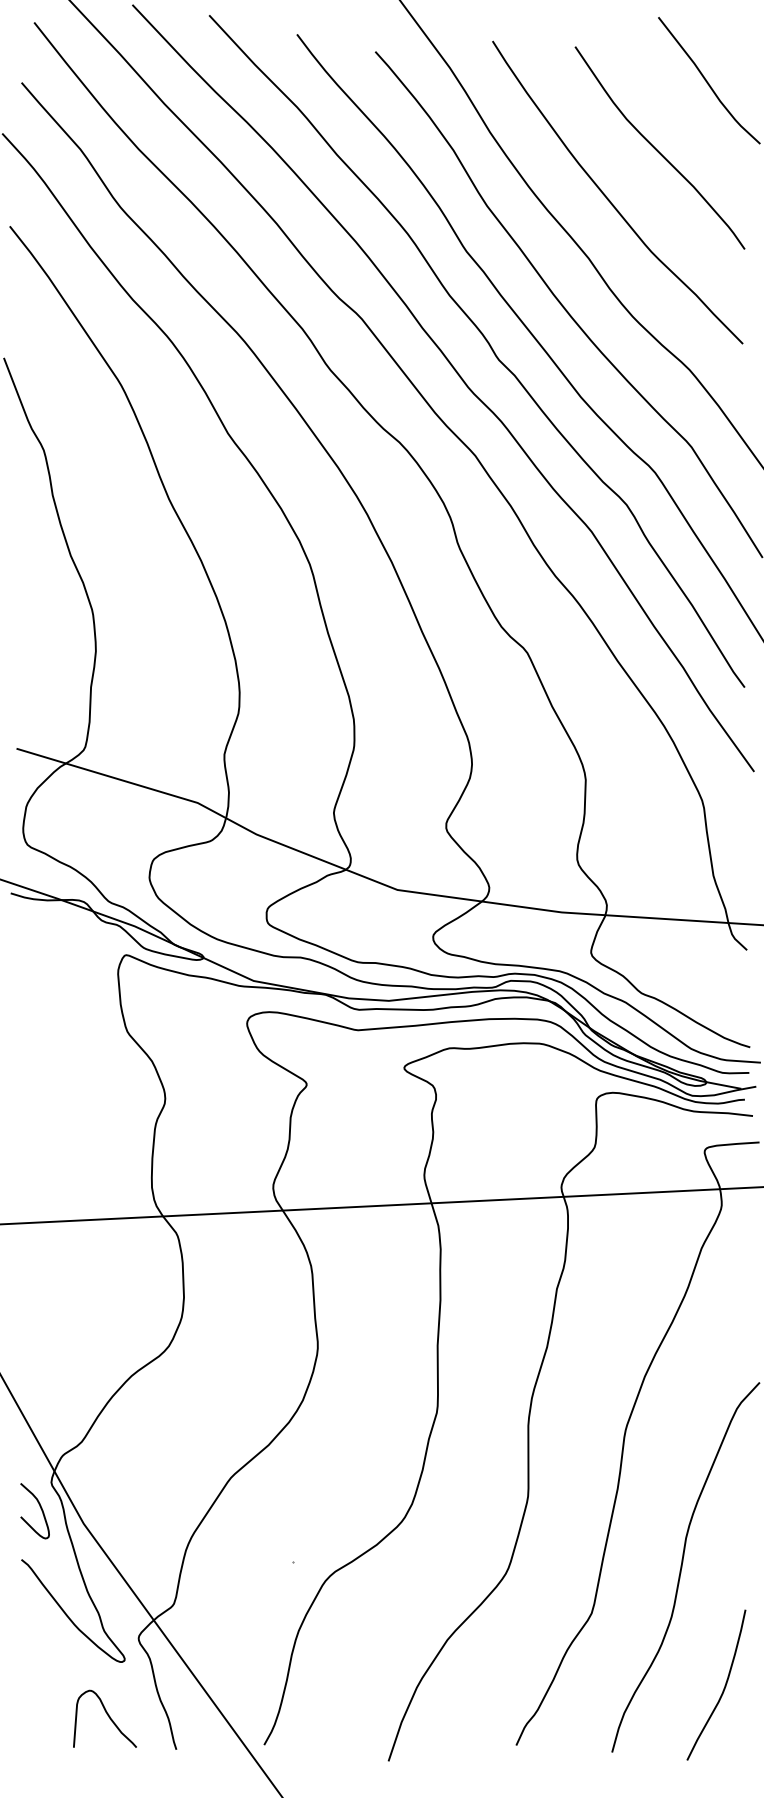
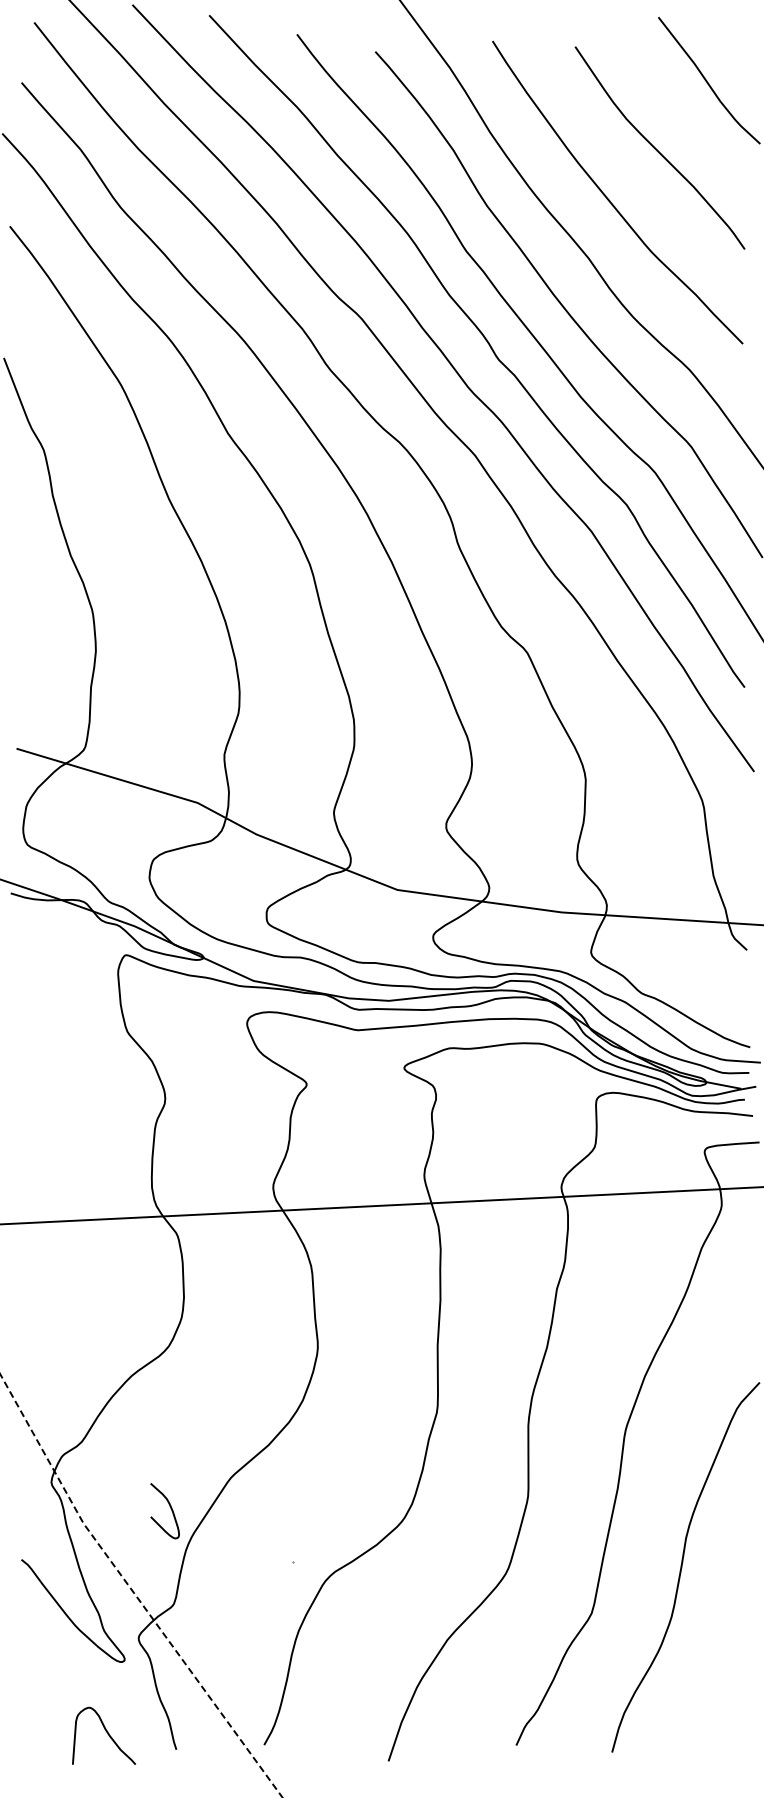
curve at (40, 1508) position: (40, 1508) -> (170, 1508)
line at (132, 1590): solid -> dashed
curve at (724, 1685): present -> none
curve at (108, 1717) position: (108, 1717) -> (107, 1734)
